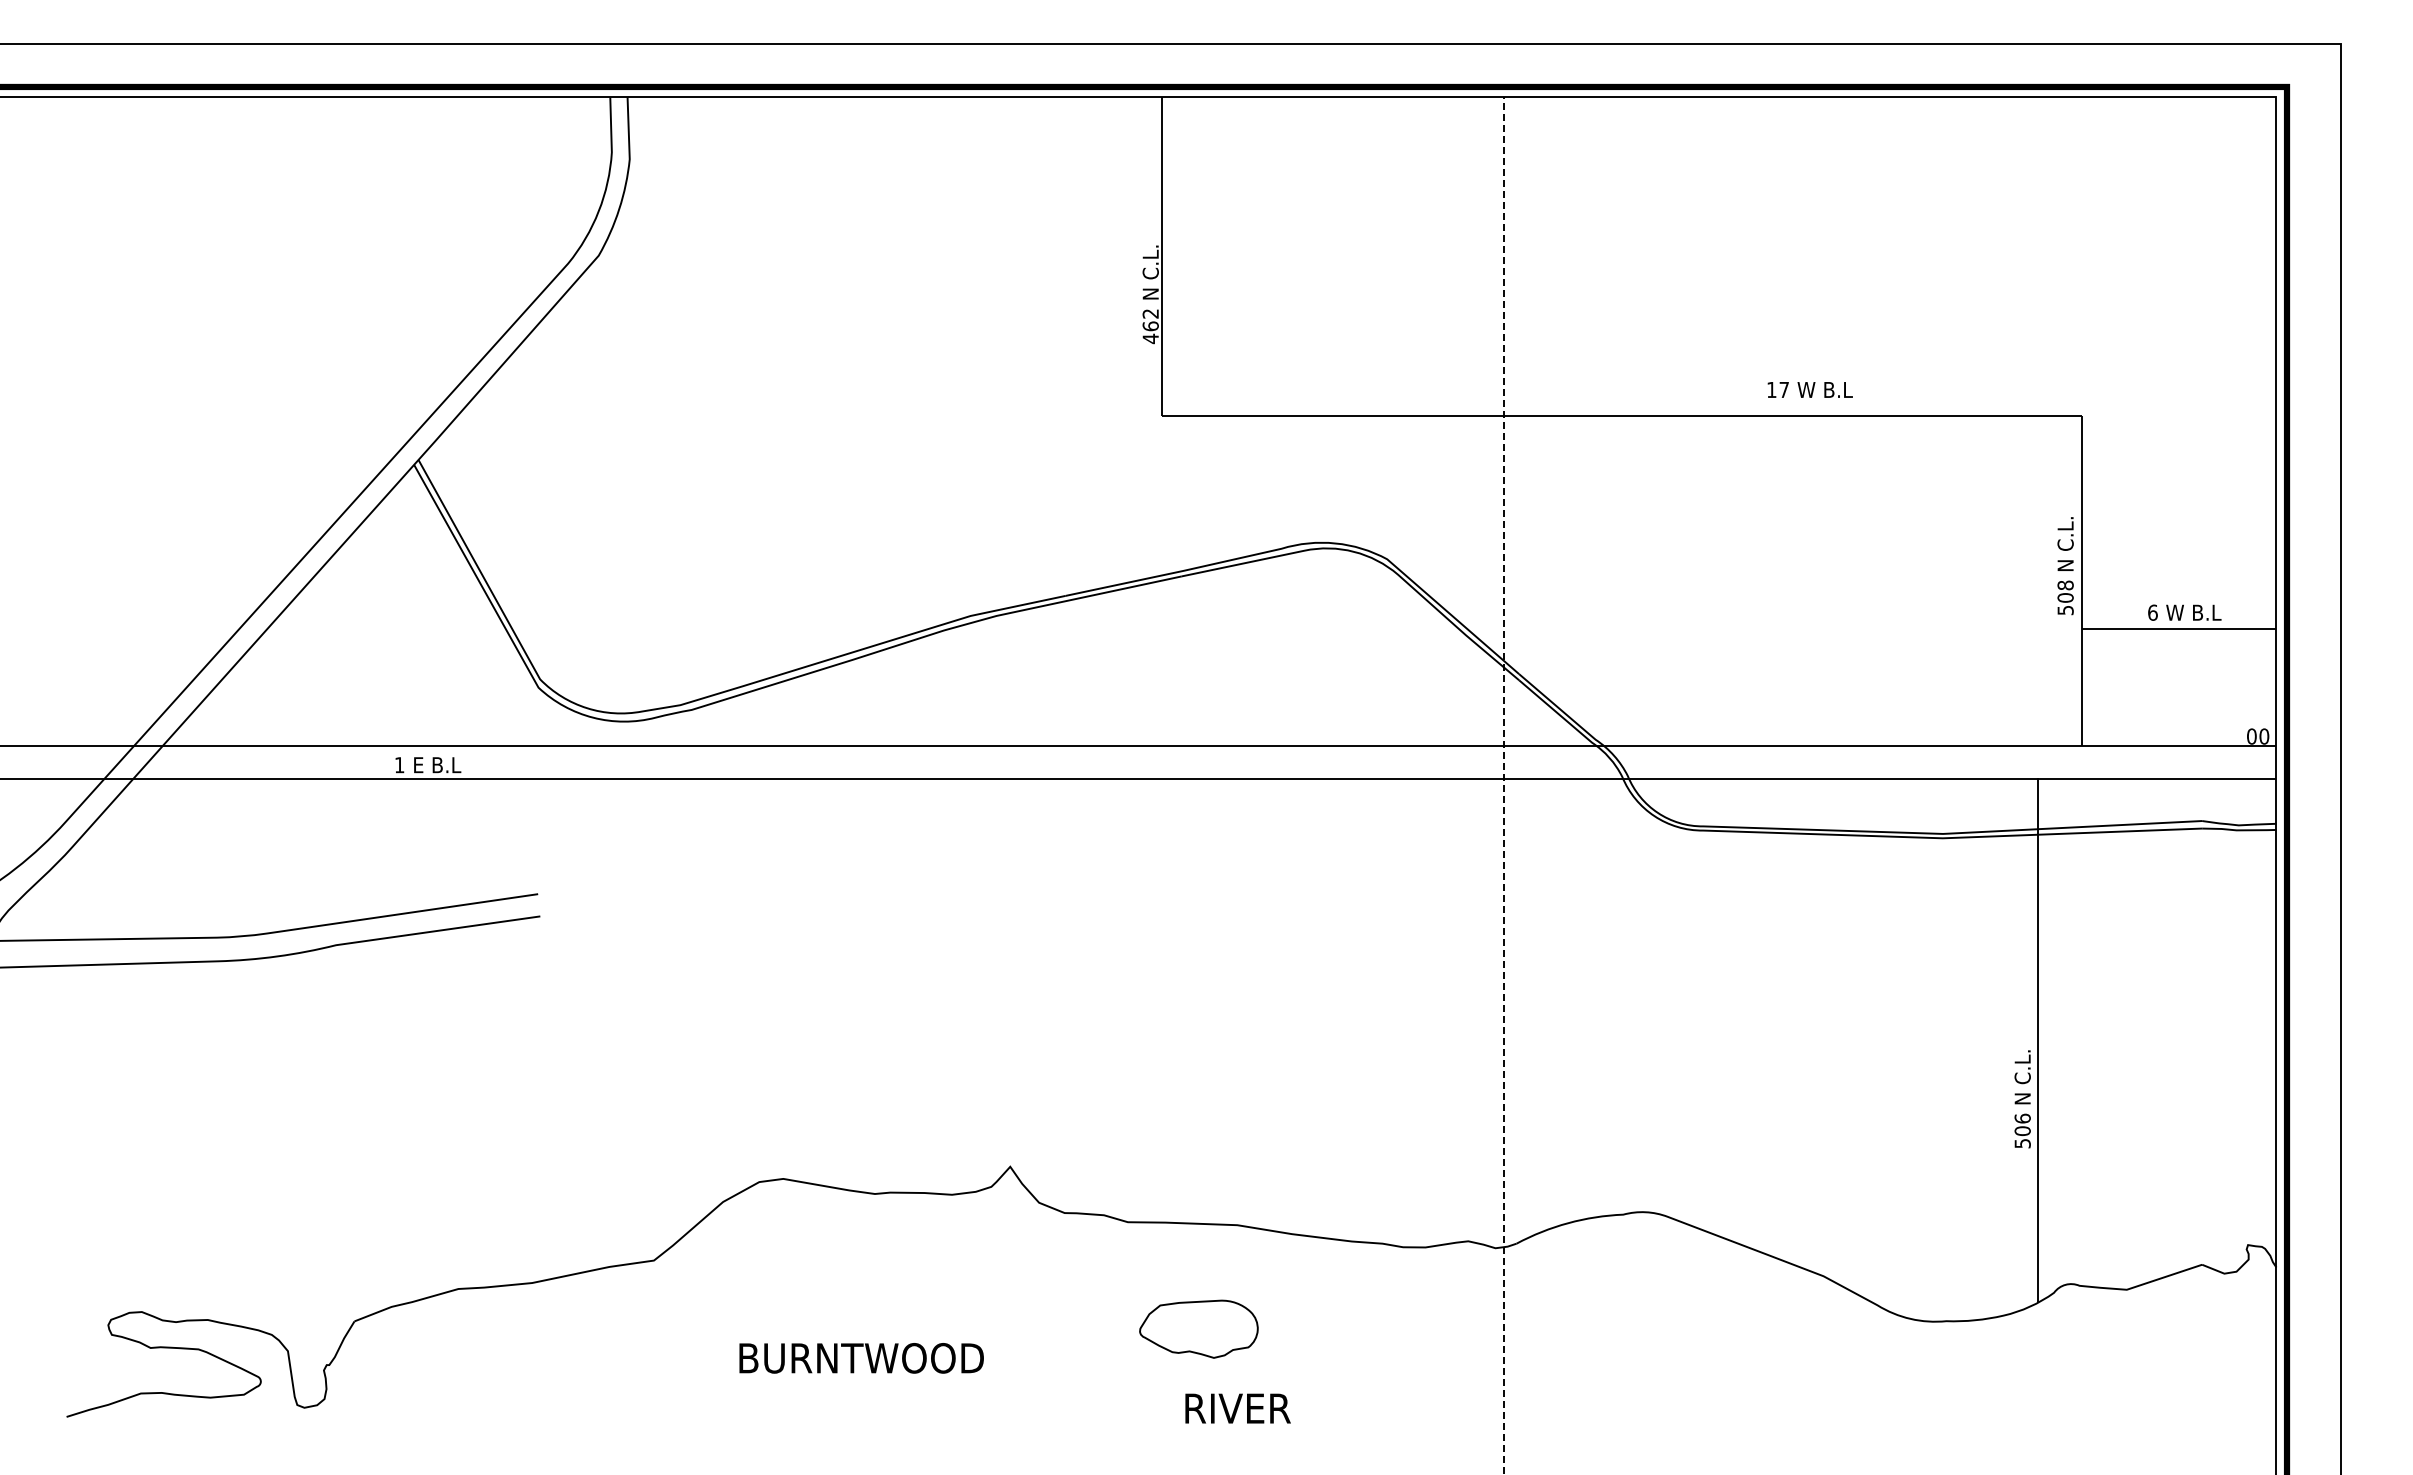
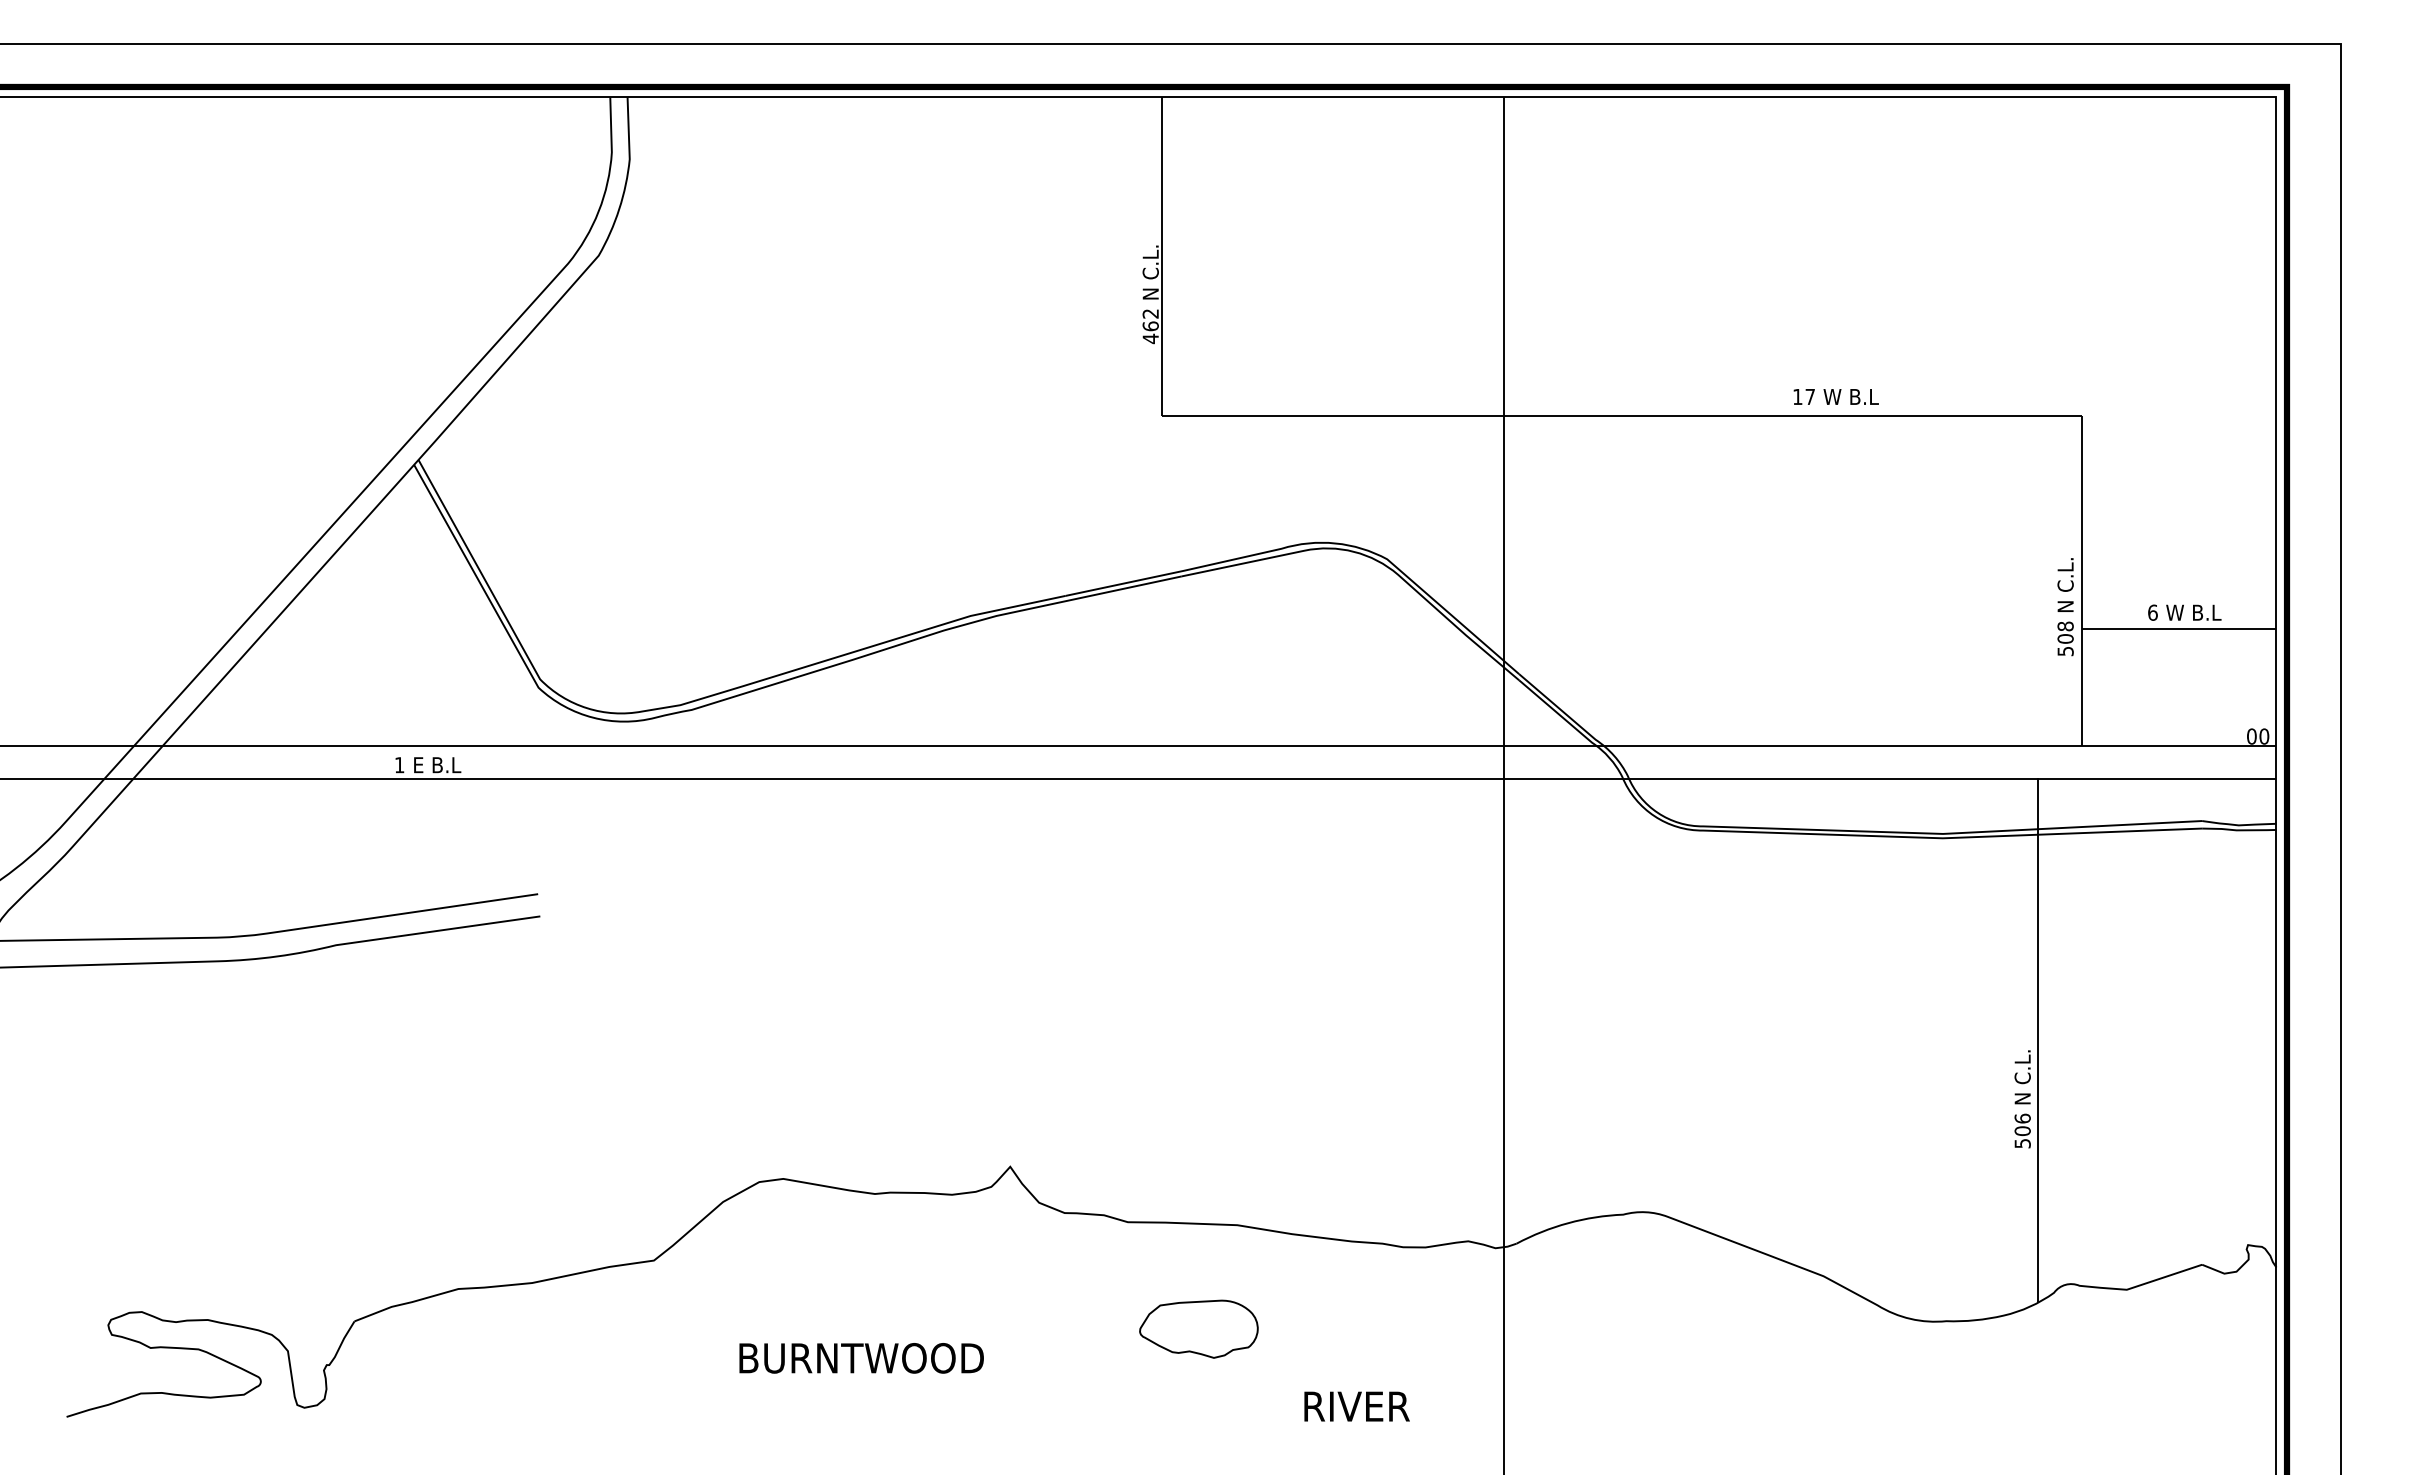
text at (1809, 389) position: (1809, 389) -> (1835, 396)
text at (2065, 566) position: (2065, 566) -> (2065, 607)
line at (1504, 786): dashed -> solid
text at (1237, 1408) position: (1237, 1408) -> (1356, 1406)
